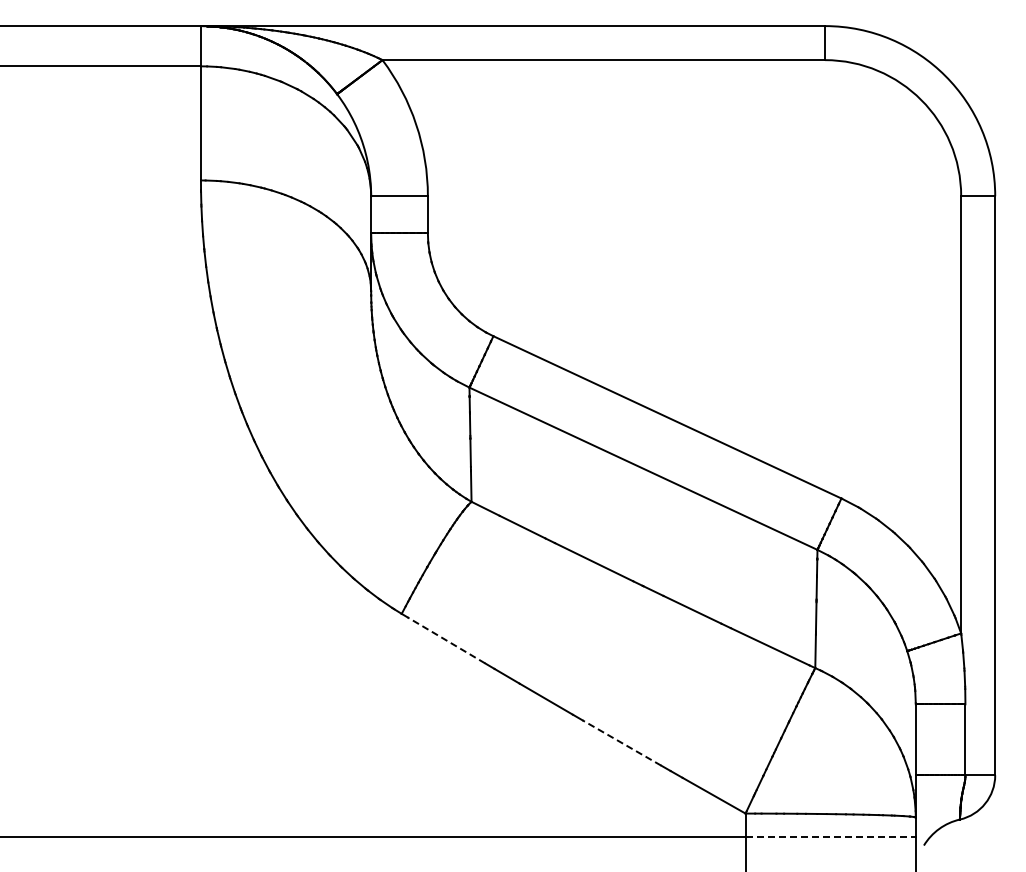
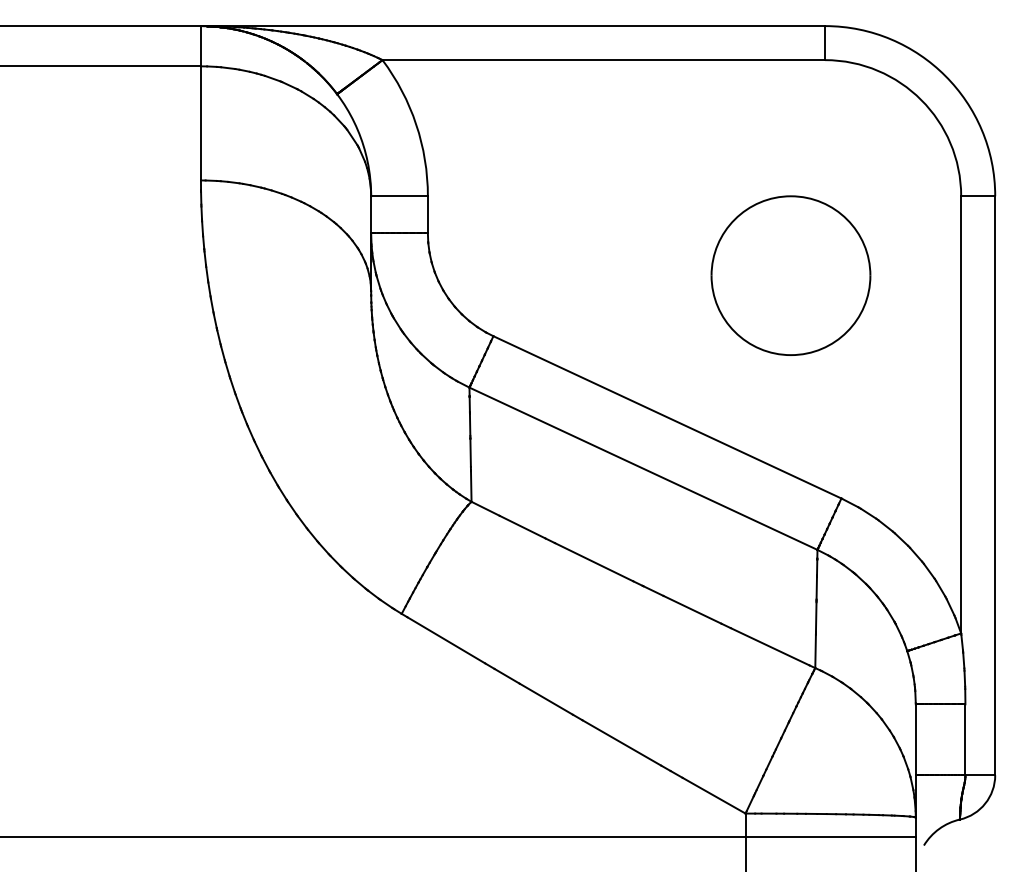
part at (790, 275): none -> present
line at (445, 640): dashed -> solid
line at (621, 742): dashed -> solid
line at (831, 837): dashed -> solid
